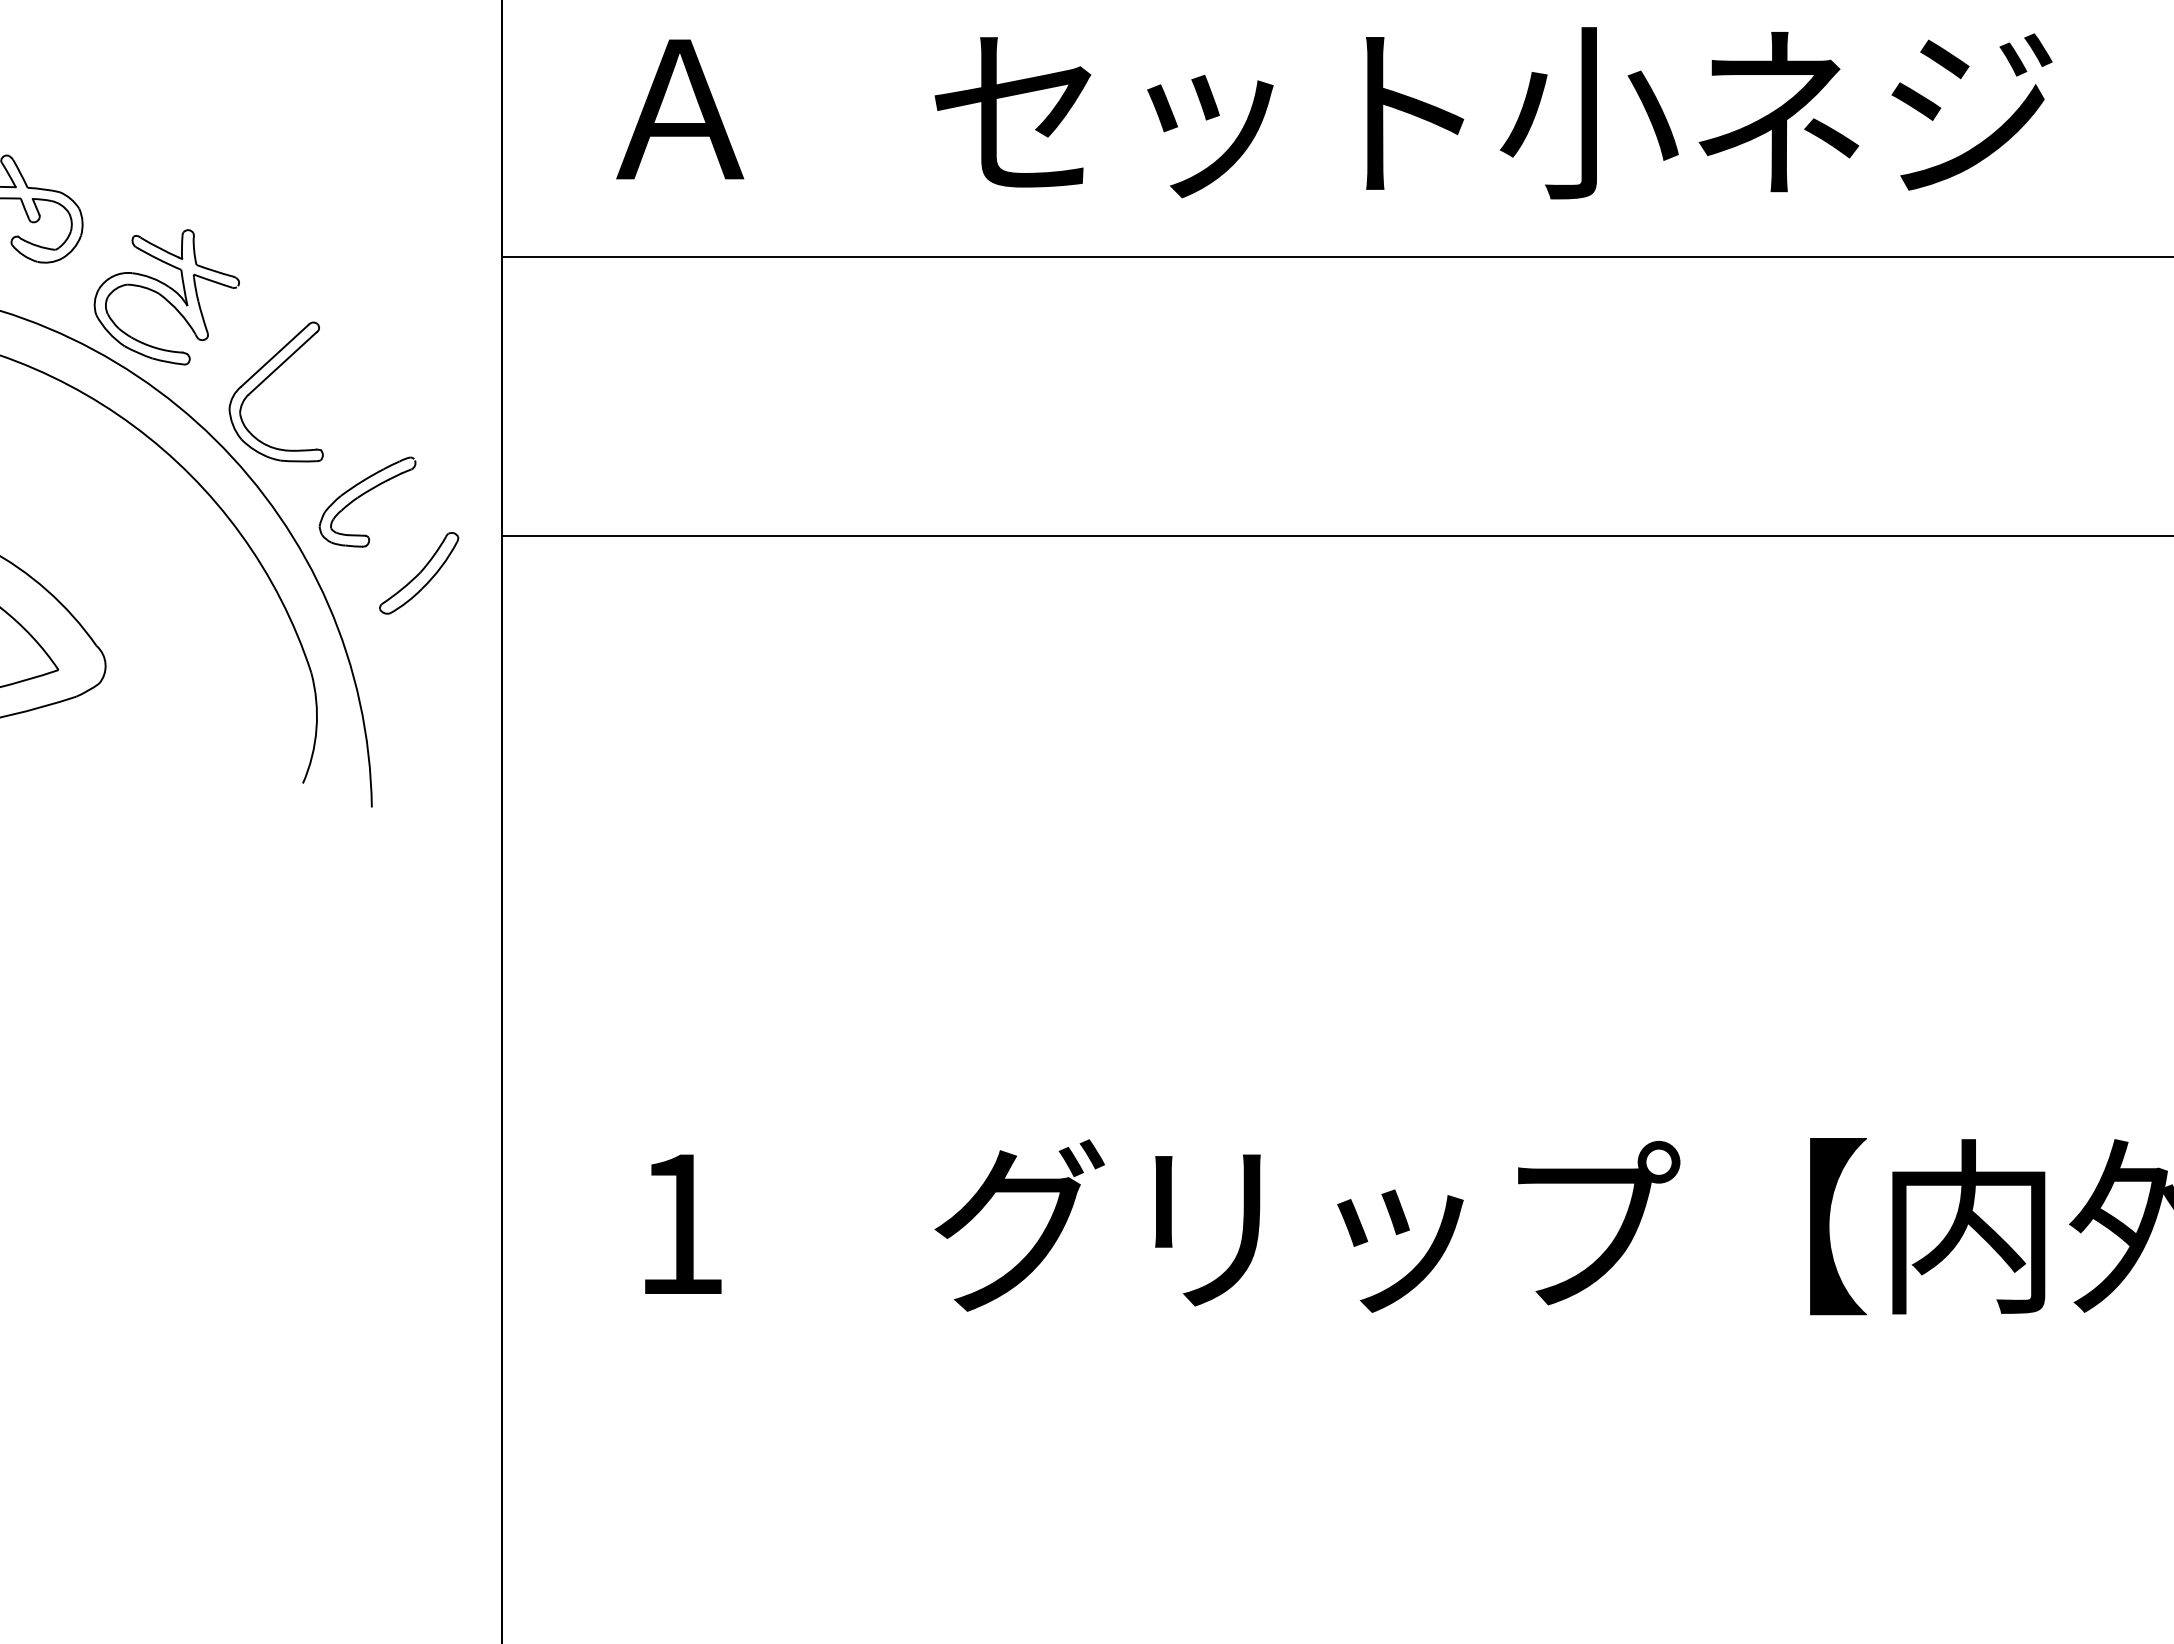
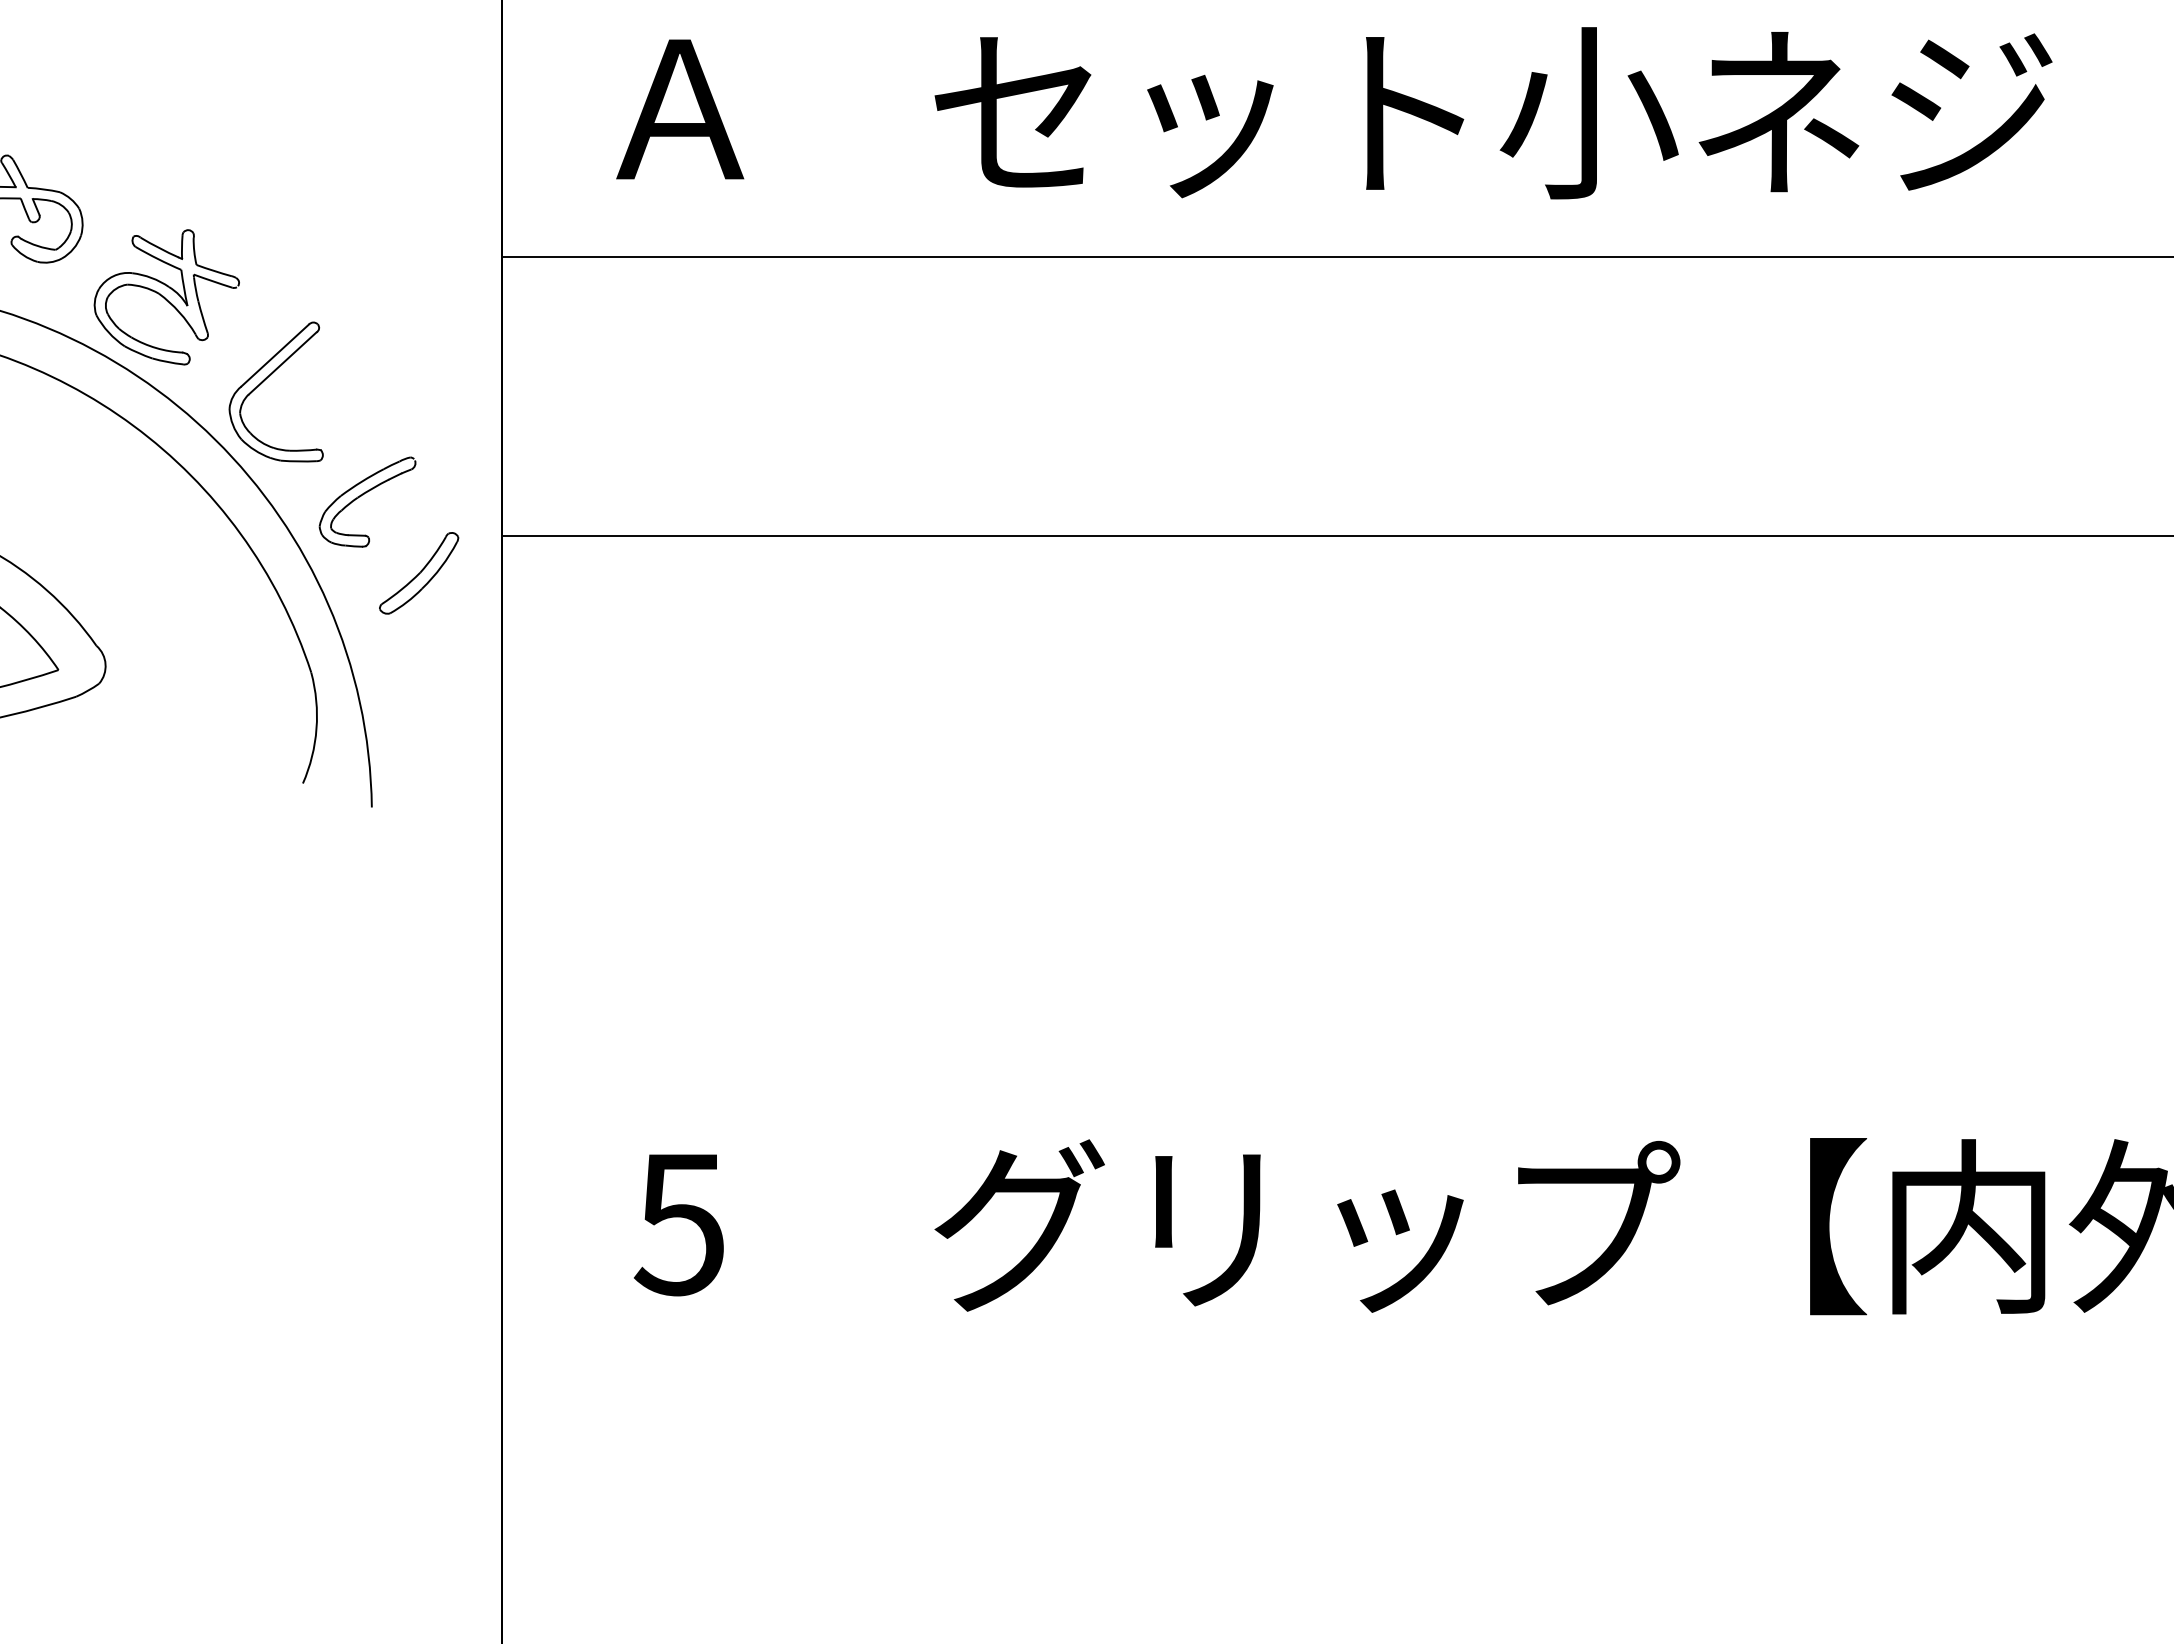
text at (678, 1225): 1 -> 5
